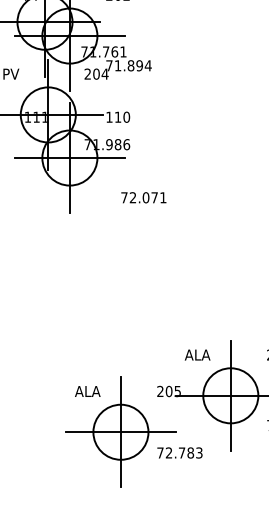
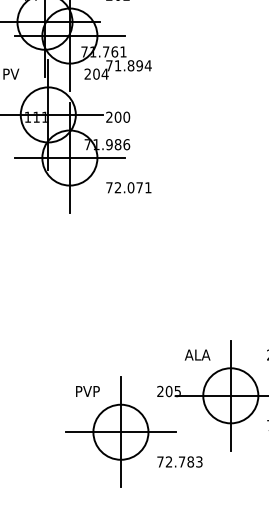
text at (113, 116): 110 -> 200
text at (143, 197) position: (143, 197) -> (128, 187)
text at (87, 391): ALA -> PVP
text at (179, 452) position: (179, 452) -> (179, 461)
